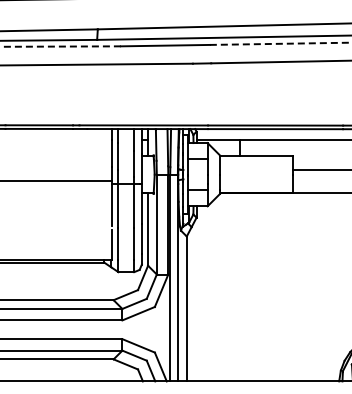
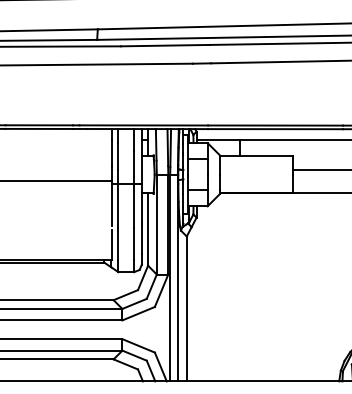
line at (280, 43): dashed -> solid
line at (60, 46): dashed -> solid
